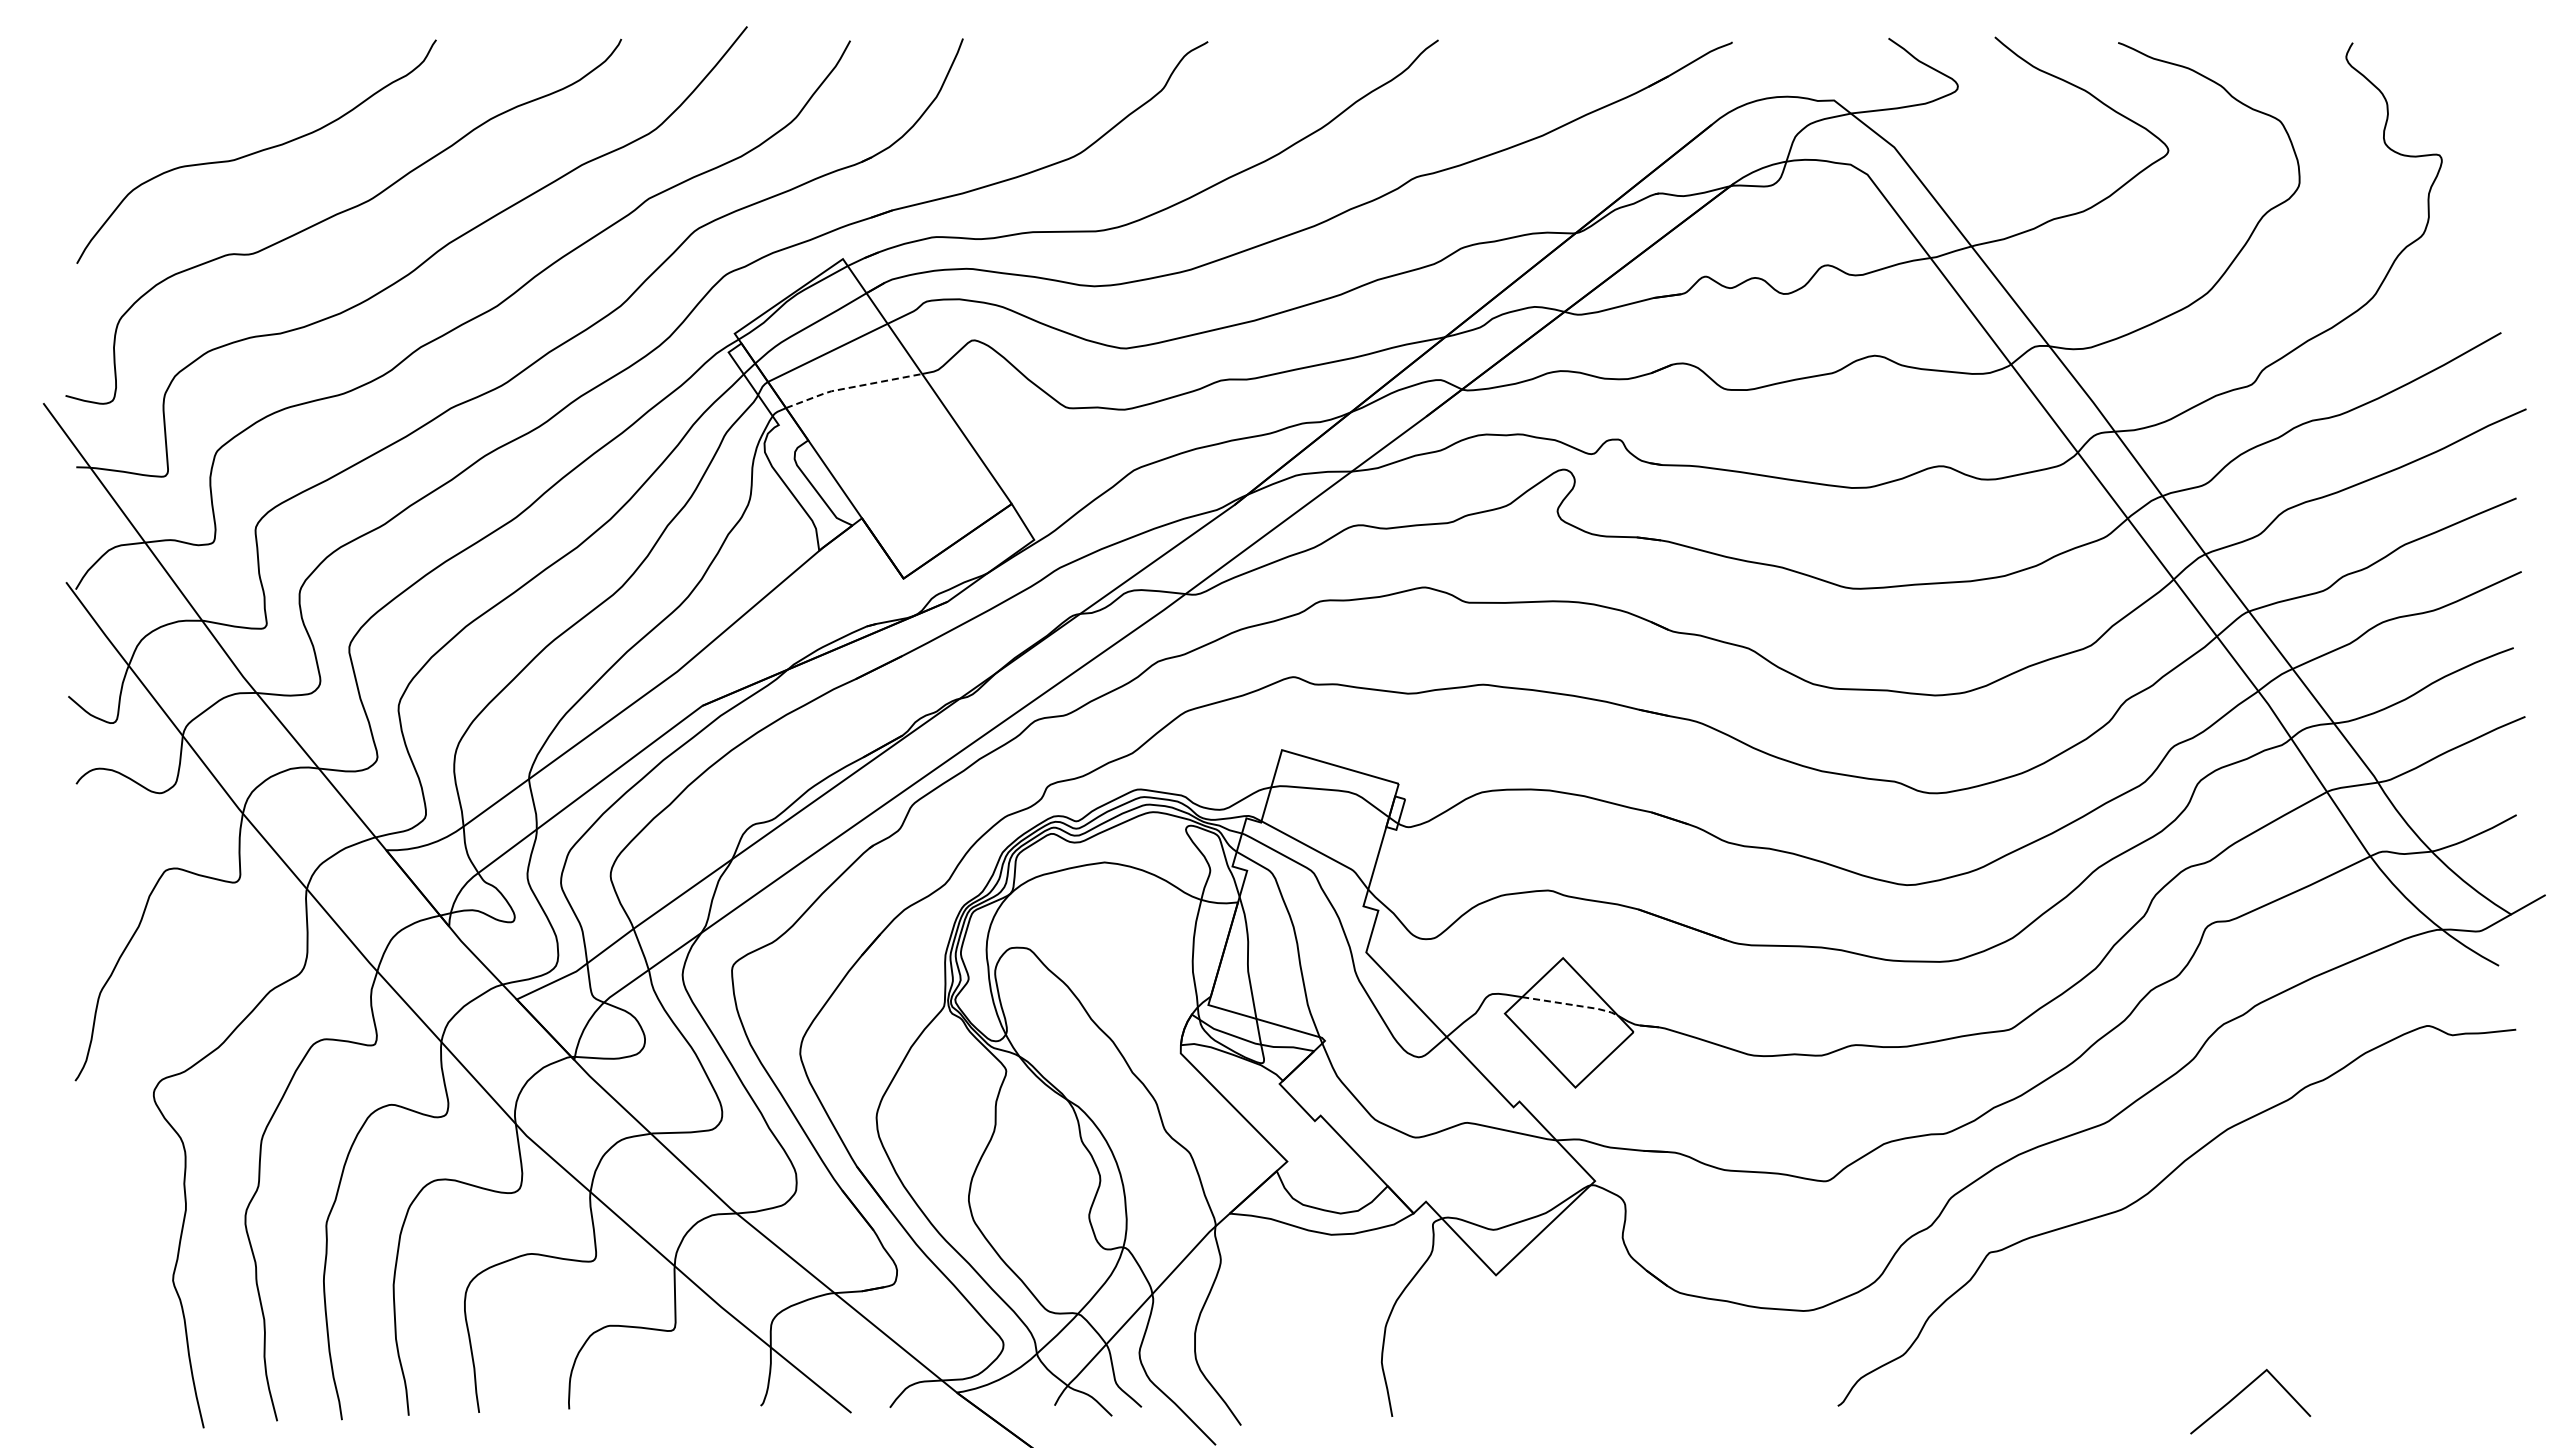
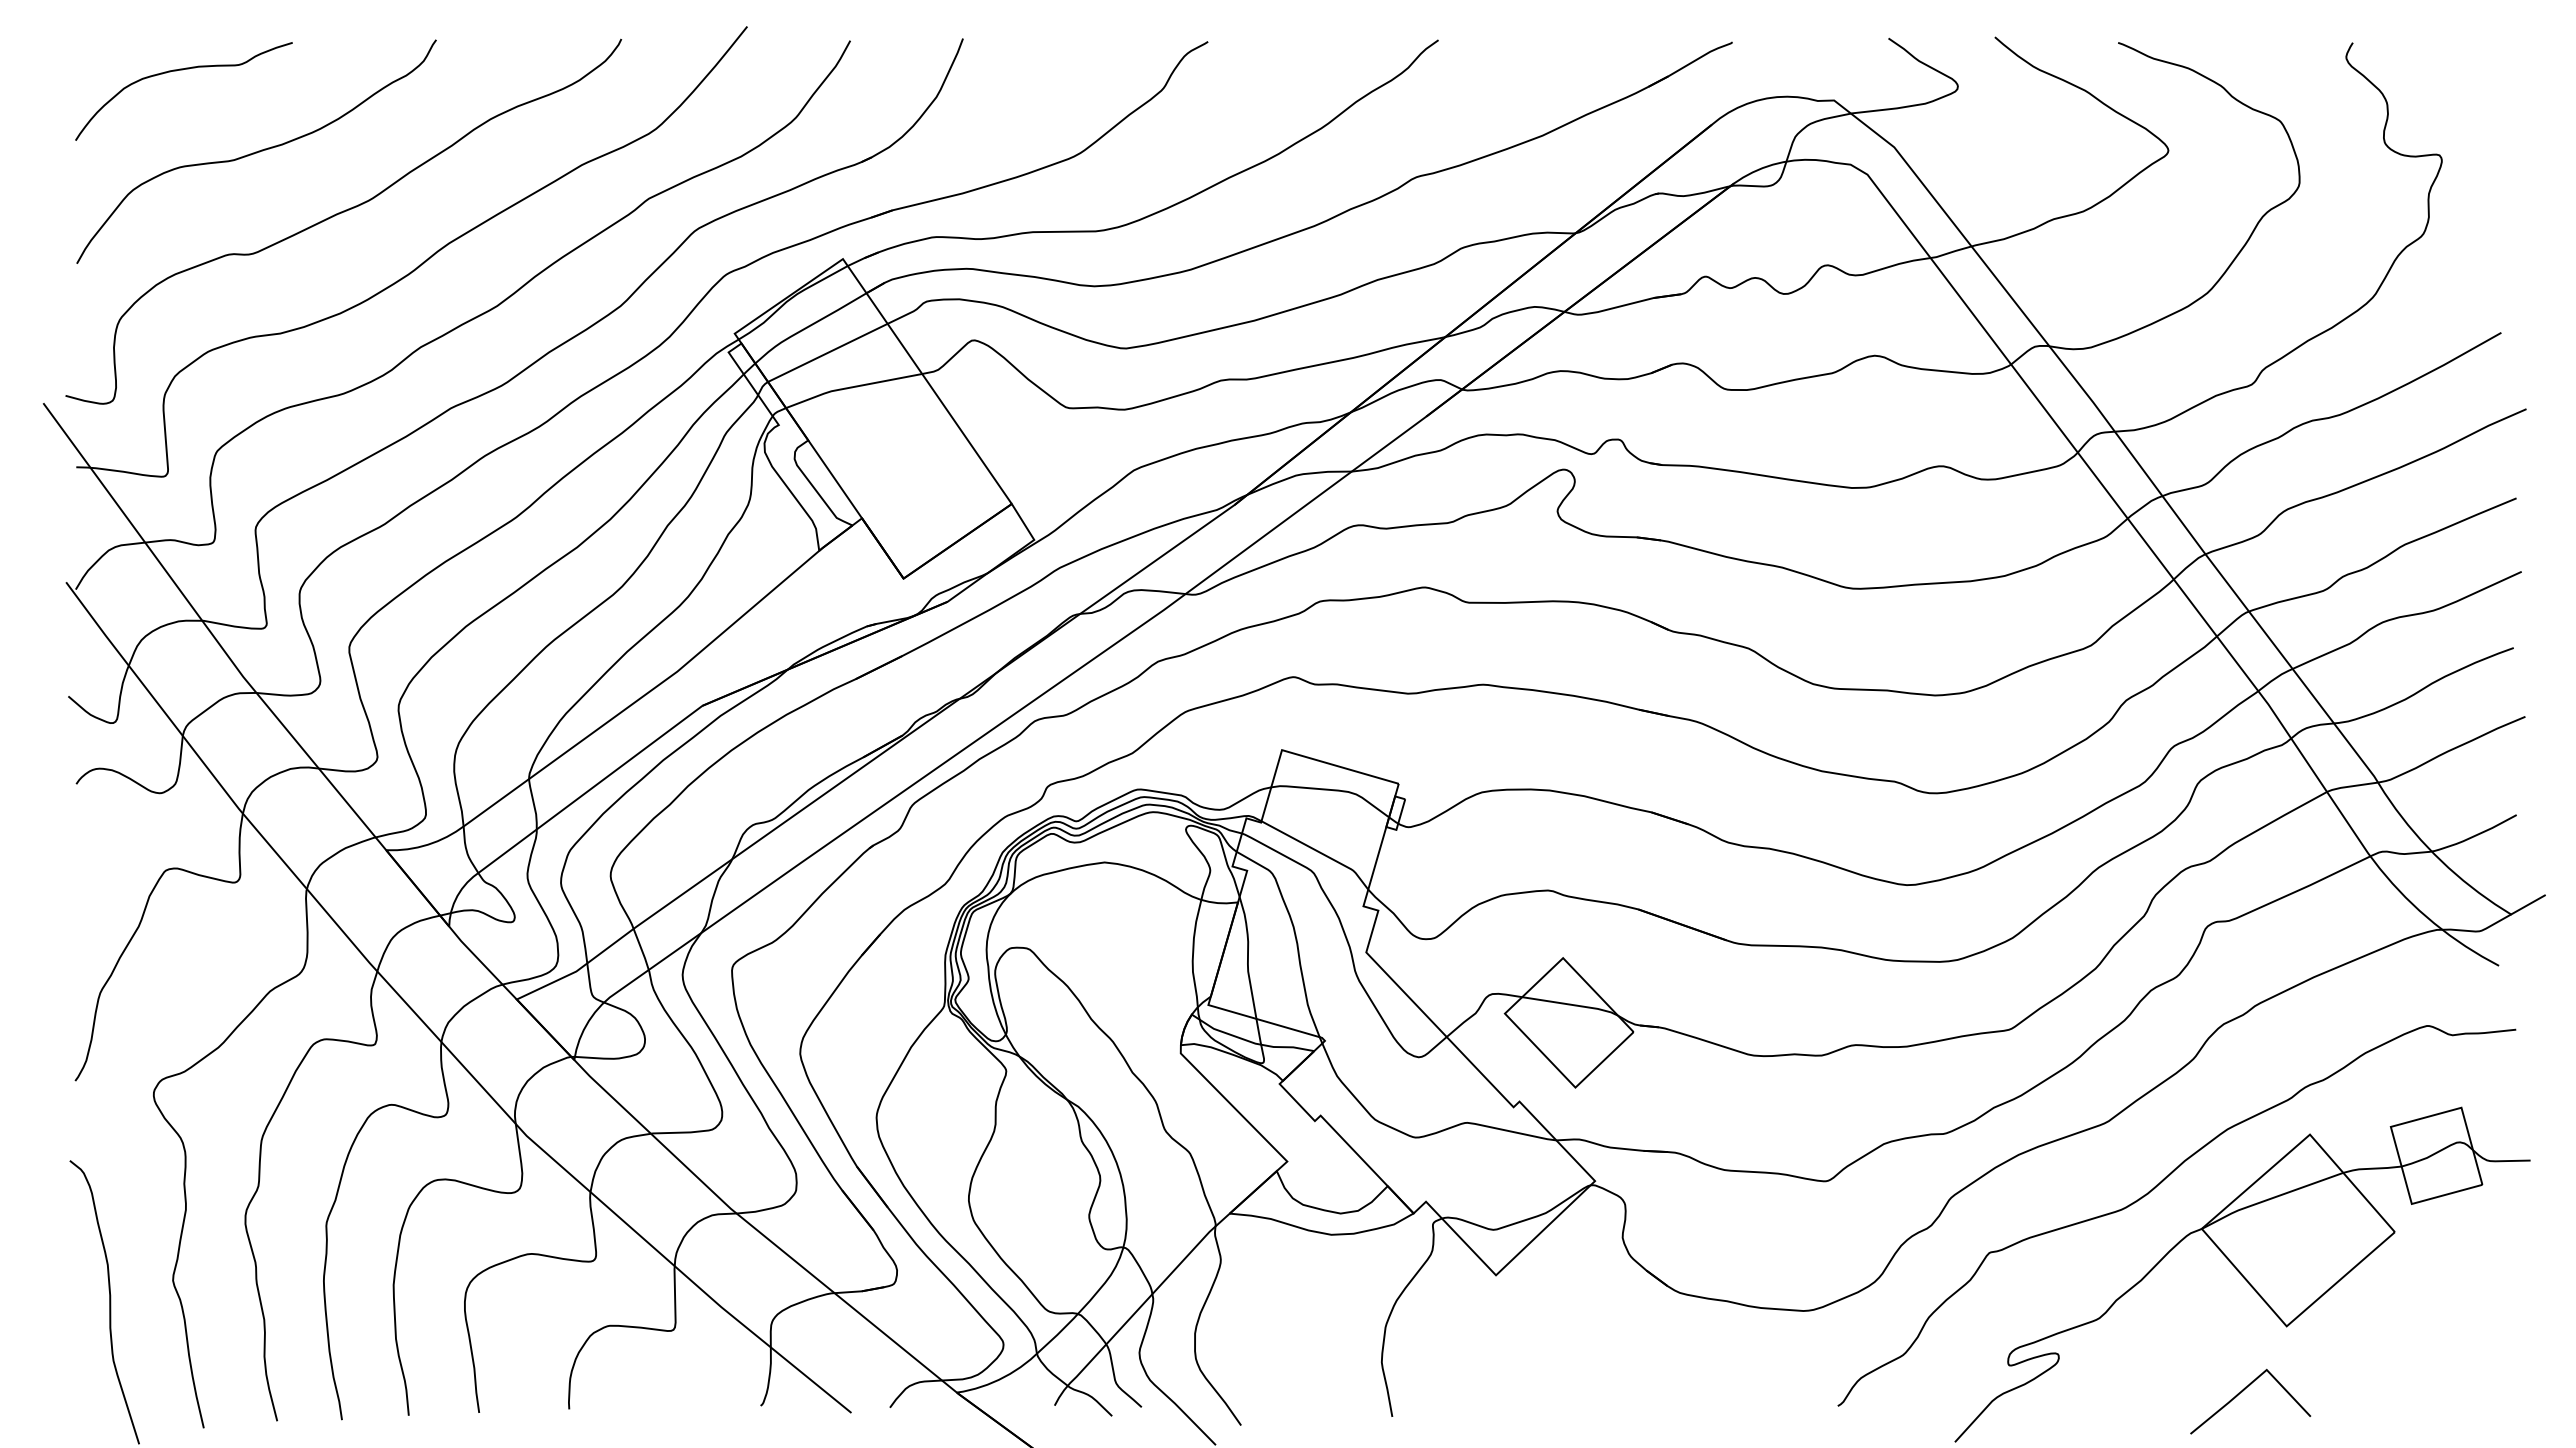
curve at (182, 70): none -> present
line at (851, 387): dashed -> solid
line at (1572, 1004): dashed -> solid
part at (2242, 1274): none -> present
curve at (109, 1302): none -> present
